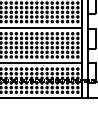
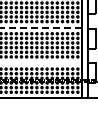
line at (41, 27): solid -> dashed
line at (41, 63): present -> none
